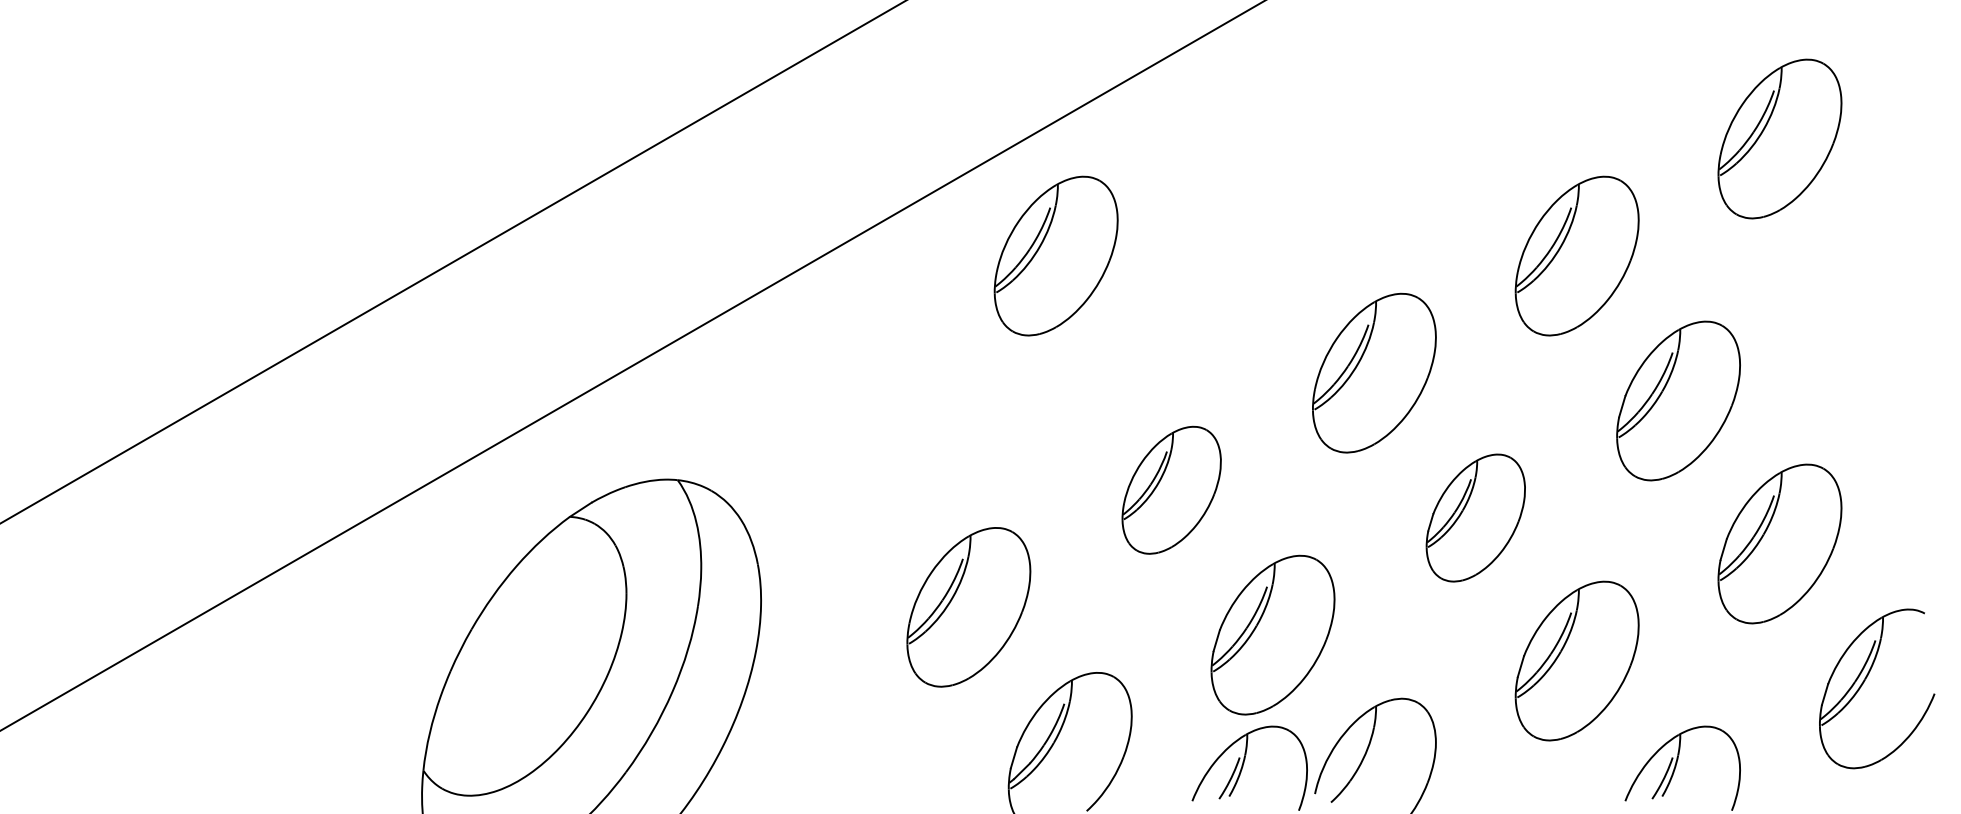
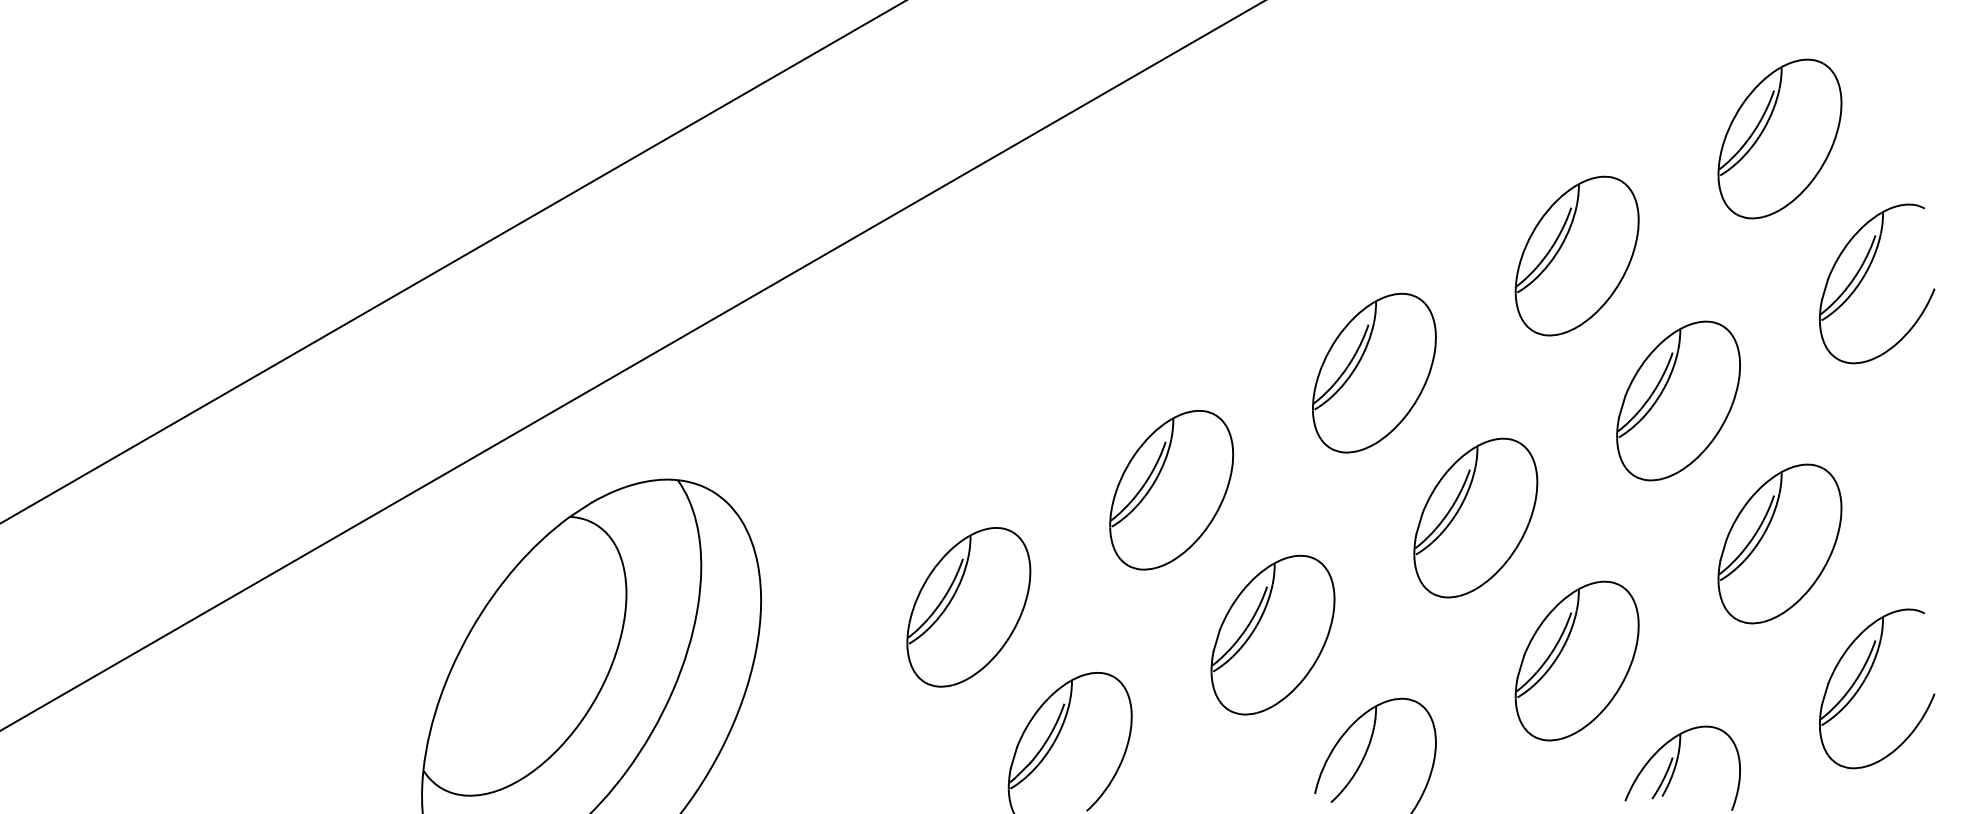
part at (1055, 255): present -> none
part at (1866, 274): none -> present
part at (1171, 489) size: 101x130 px -> 126x161 px
part at (1475, 517) size: 101x130 px -> 126x162 px
part at (1243, 766): present -> none
